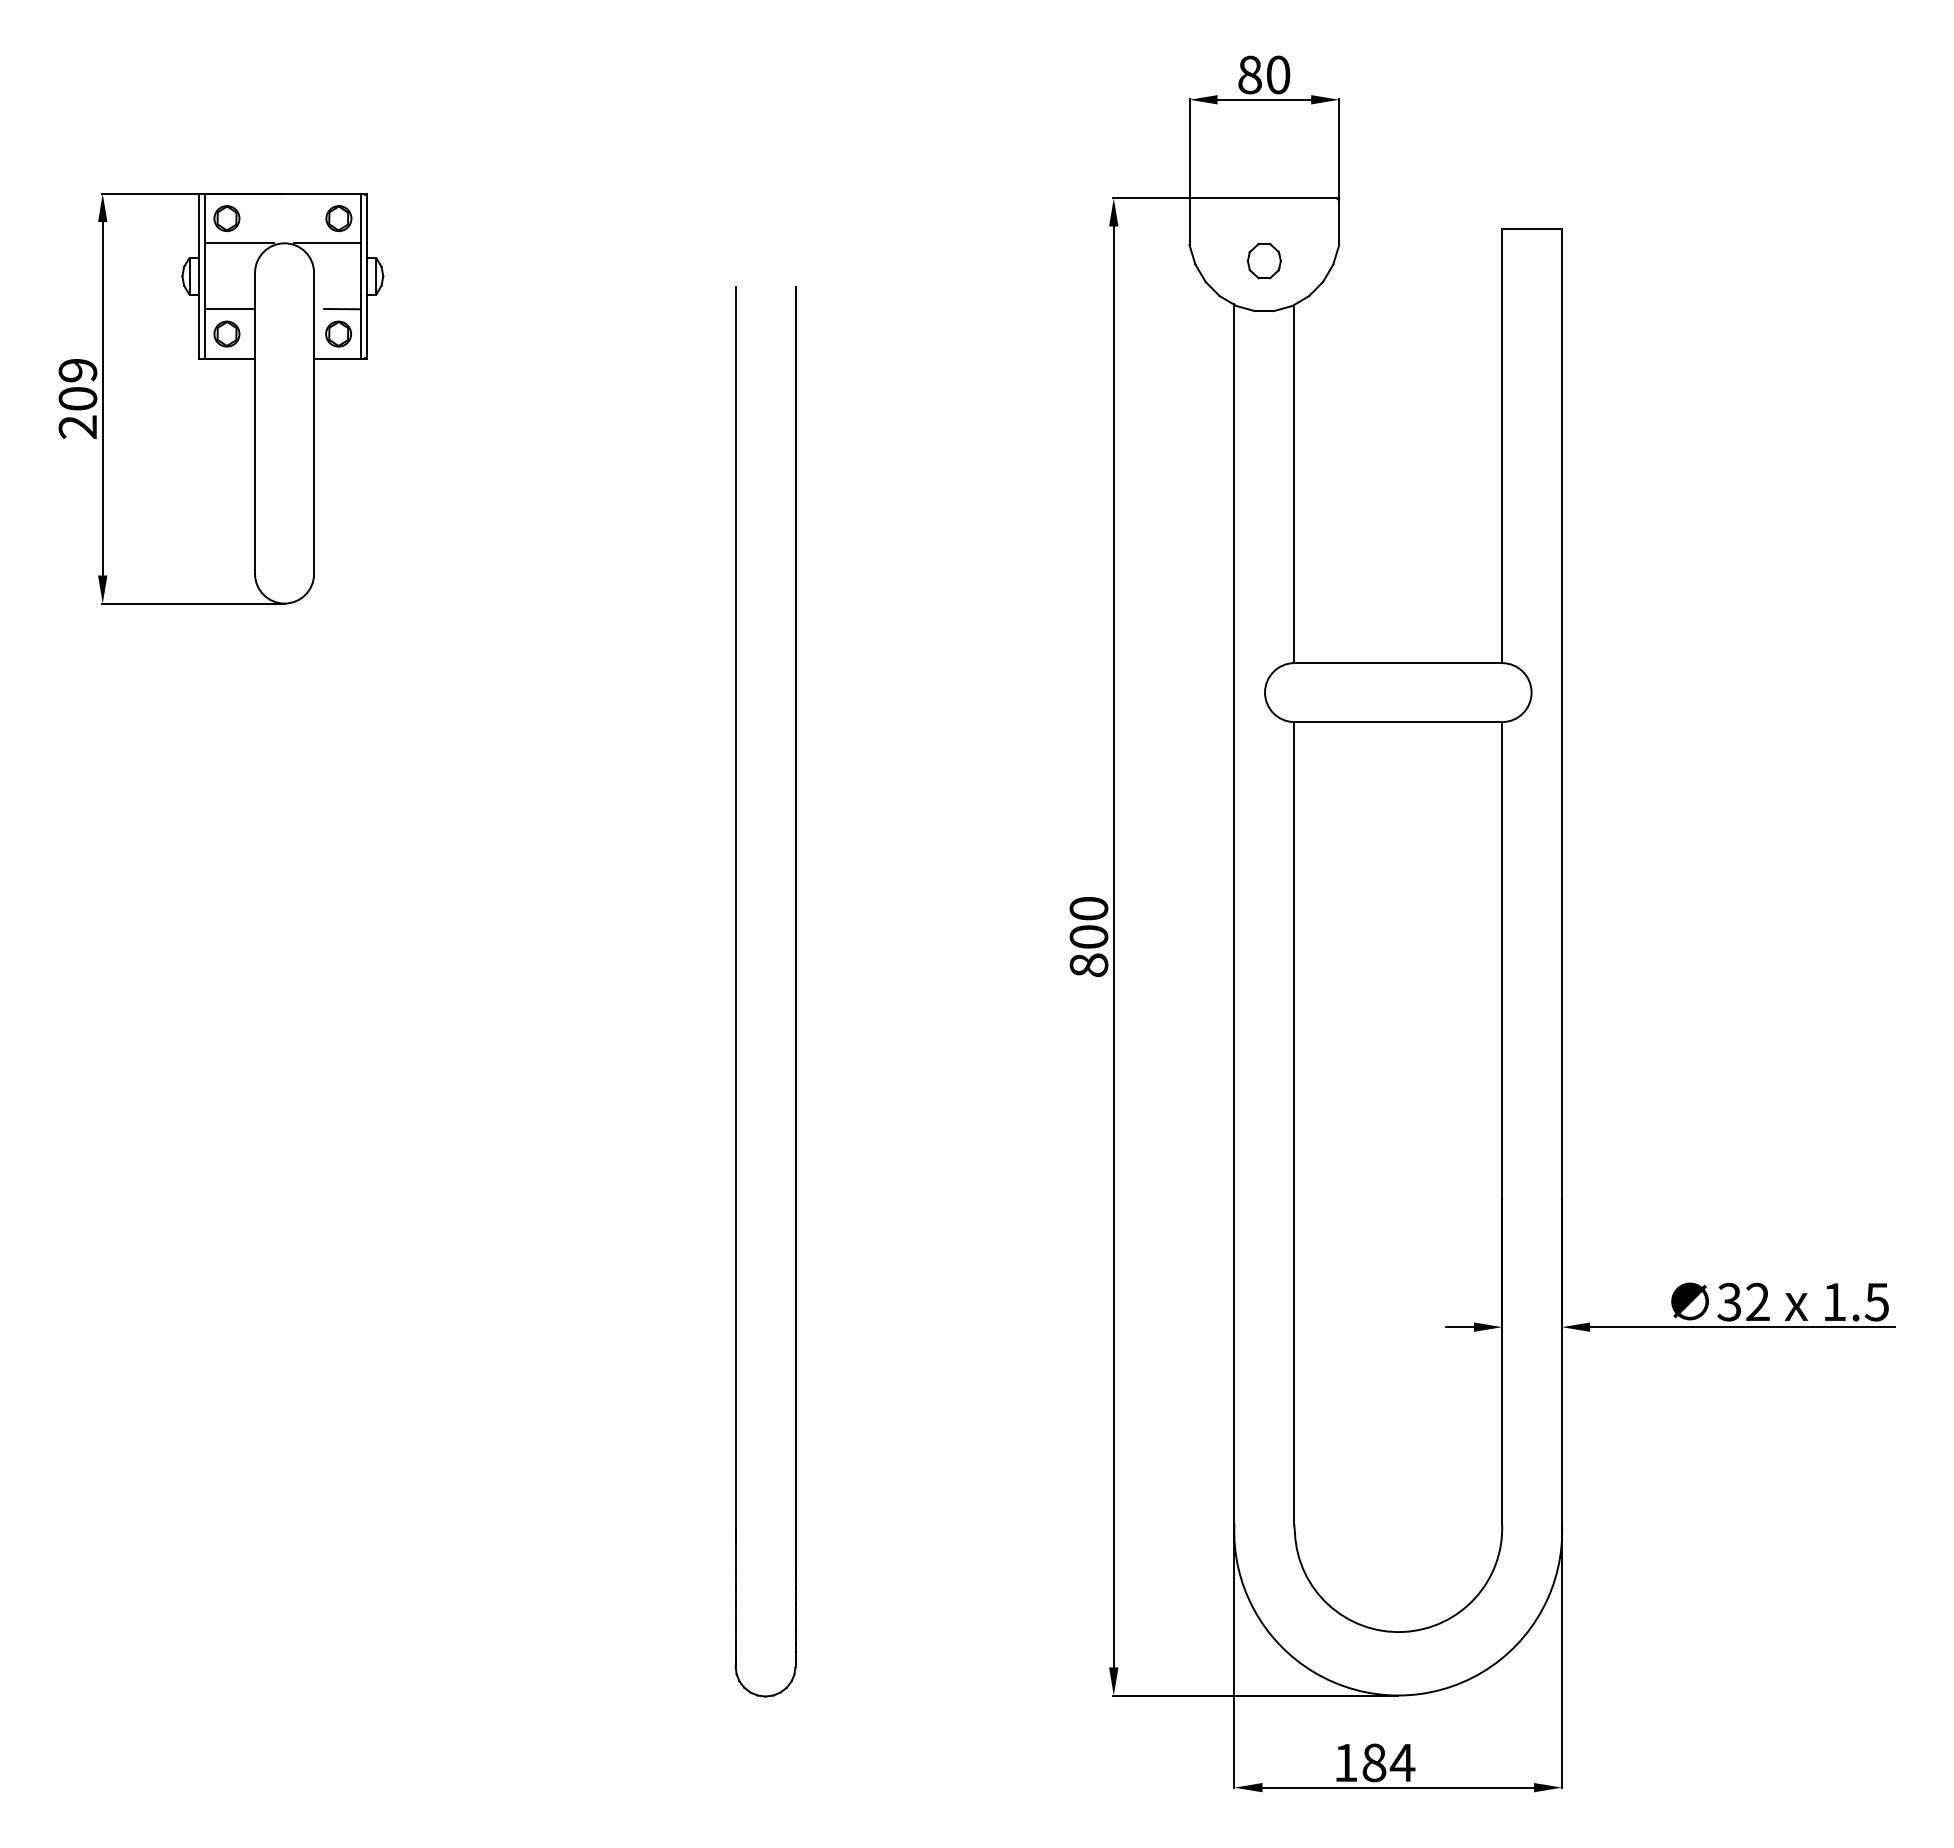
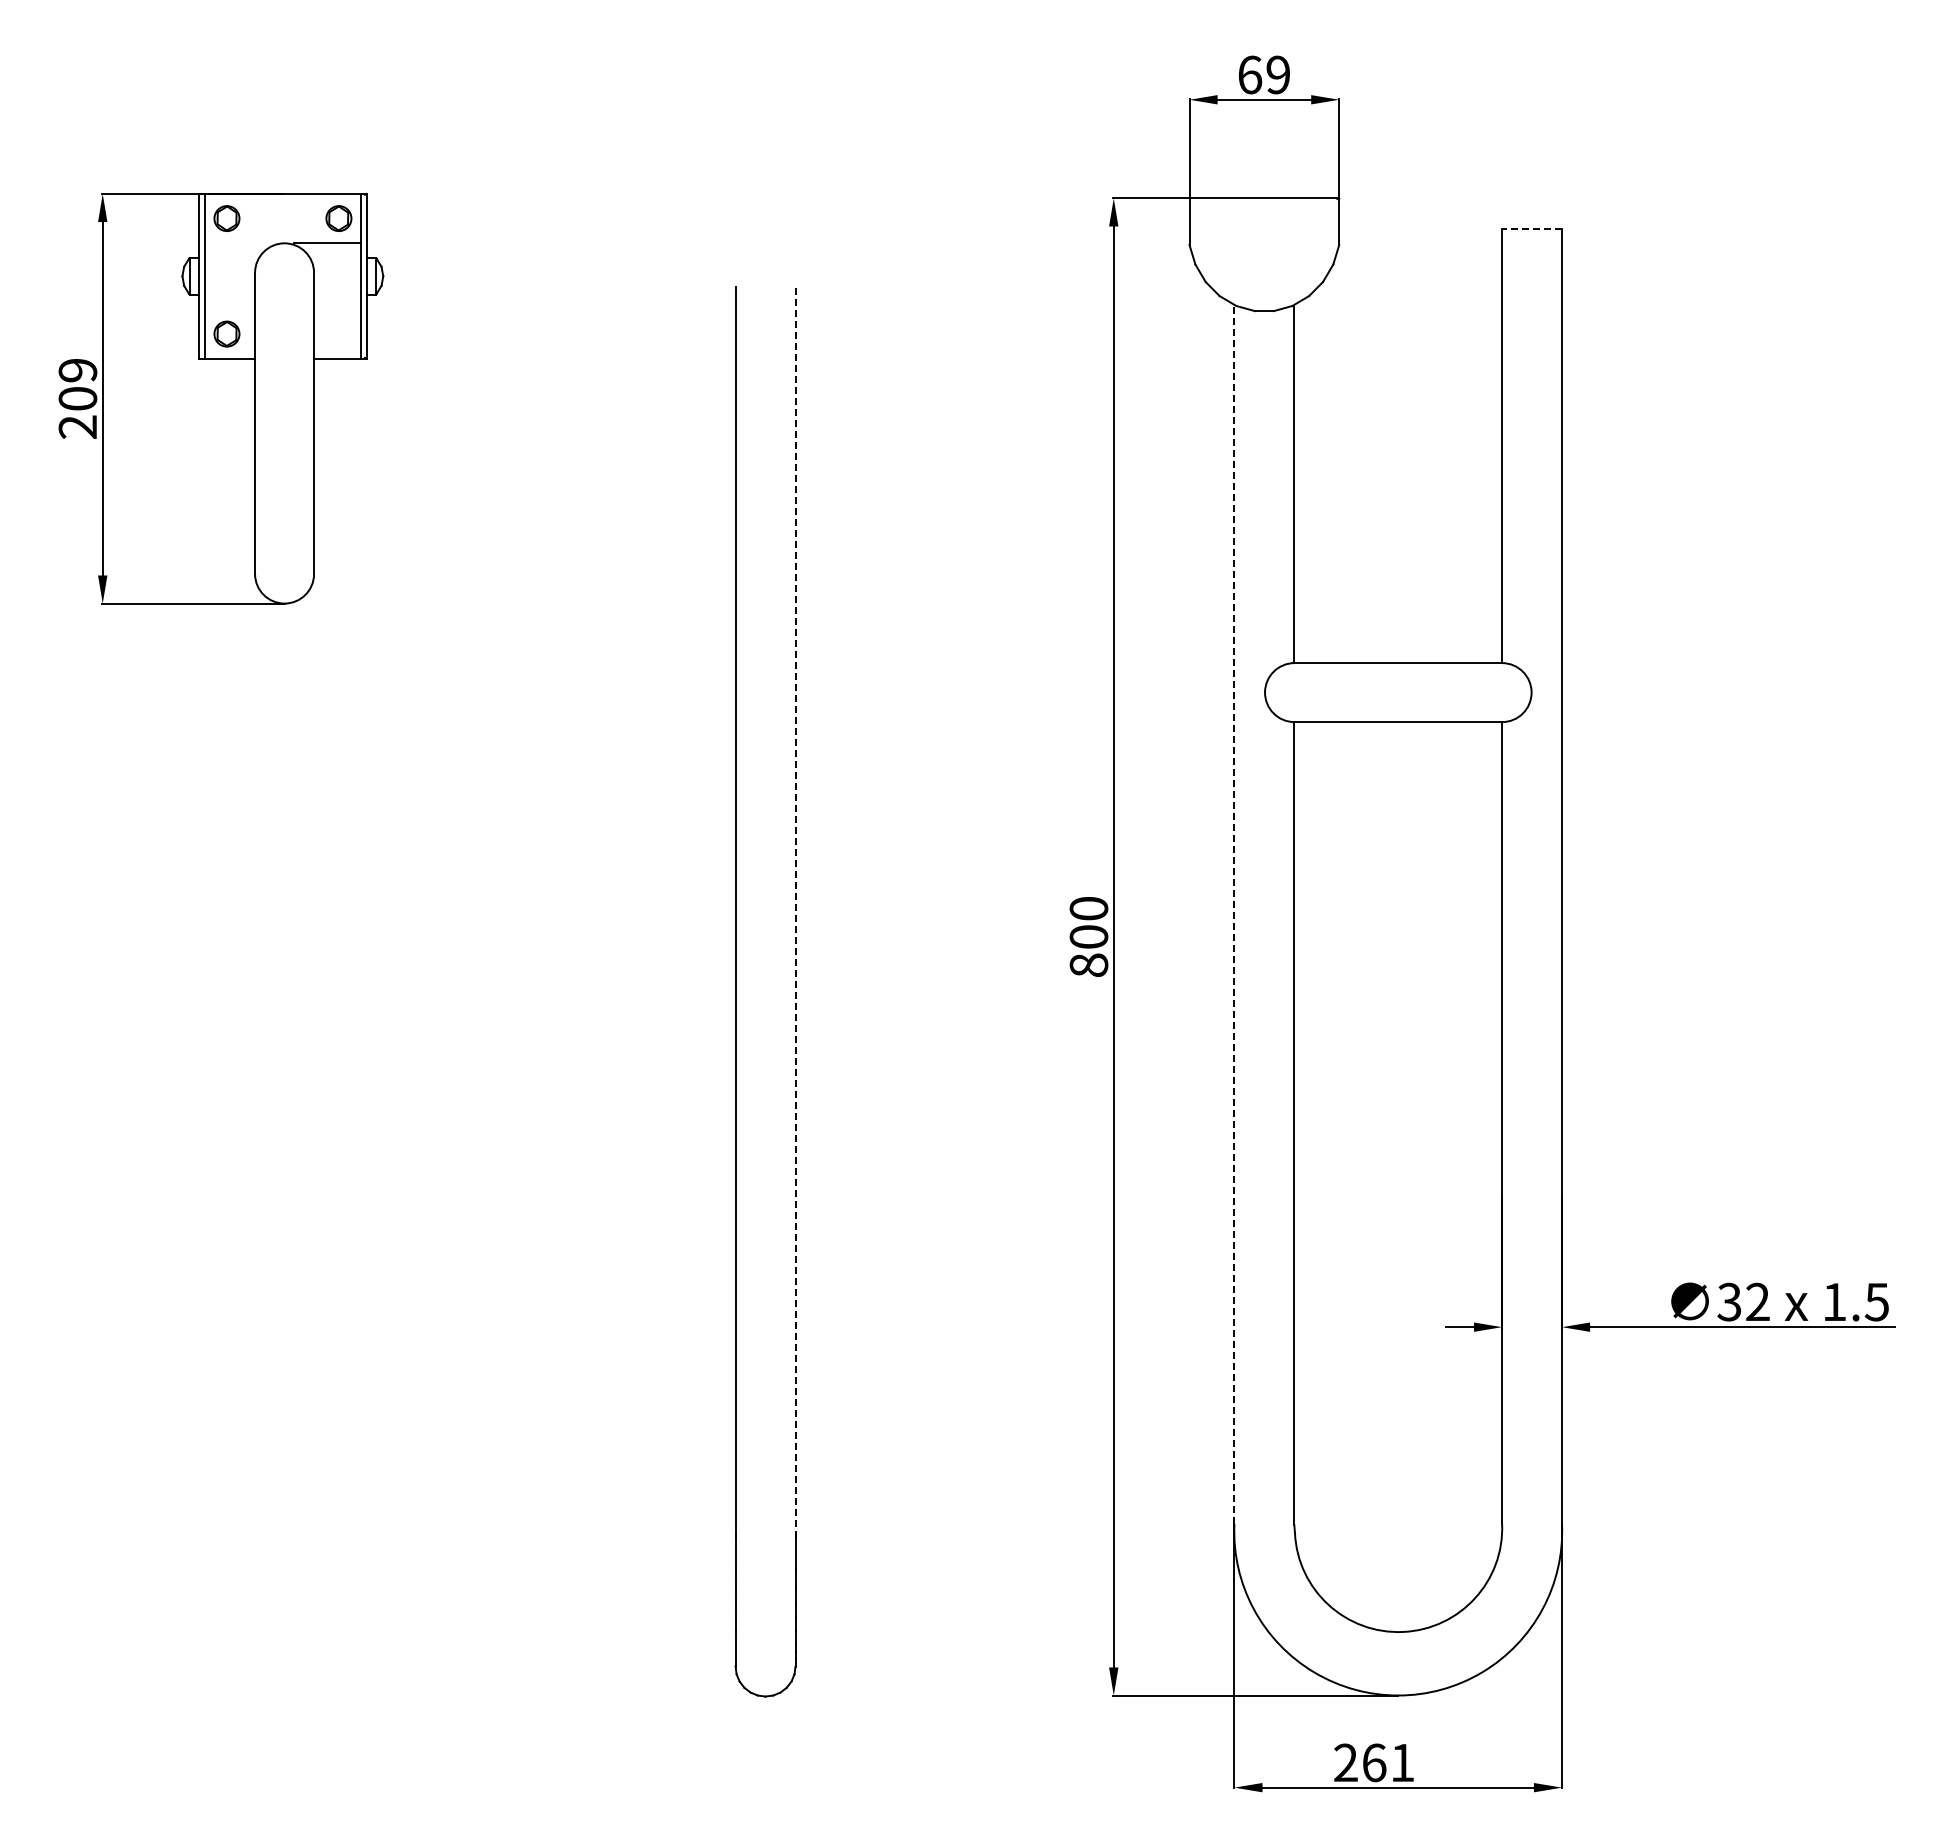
text at (1264, 74): 80 -> 69
line at (1532, 228): solid -> dashed
line at (238, 243): present -> none
part at (1263, 261): present -> none
line at (229, 309): present -> none
line at (342, 309): present -> none
part at (338, 333): present -> none
line at (795, 911): solid -> dashed
line at (1234, 914): solid -> dashed
text at (1374, 1762): 184 -> 261
